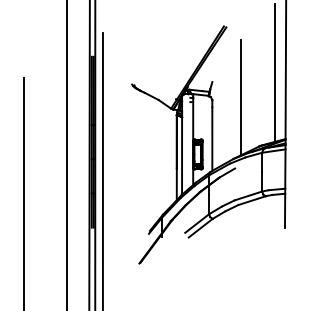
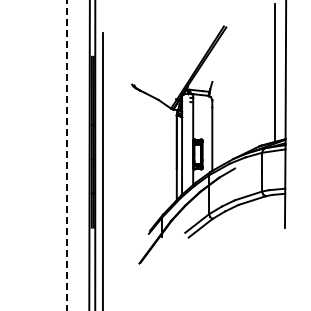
line at (240, 97): present -> none
line at (66, 155): solid -> dashed
line at (24, 192): present -> none
